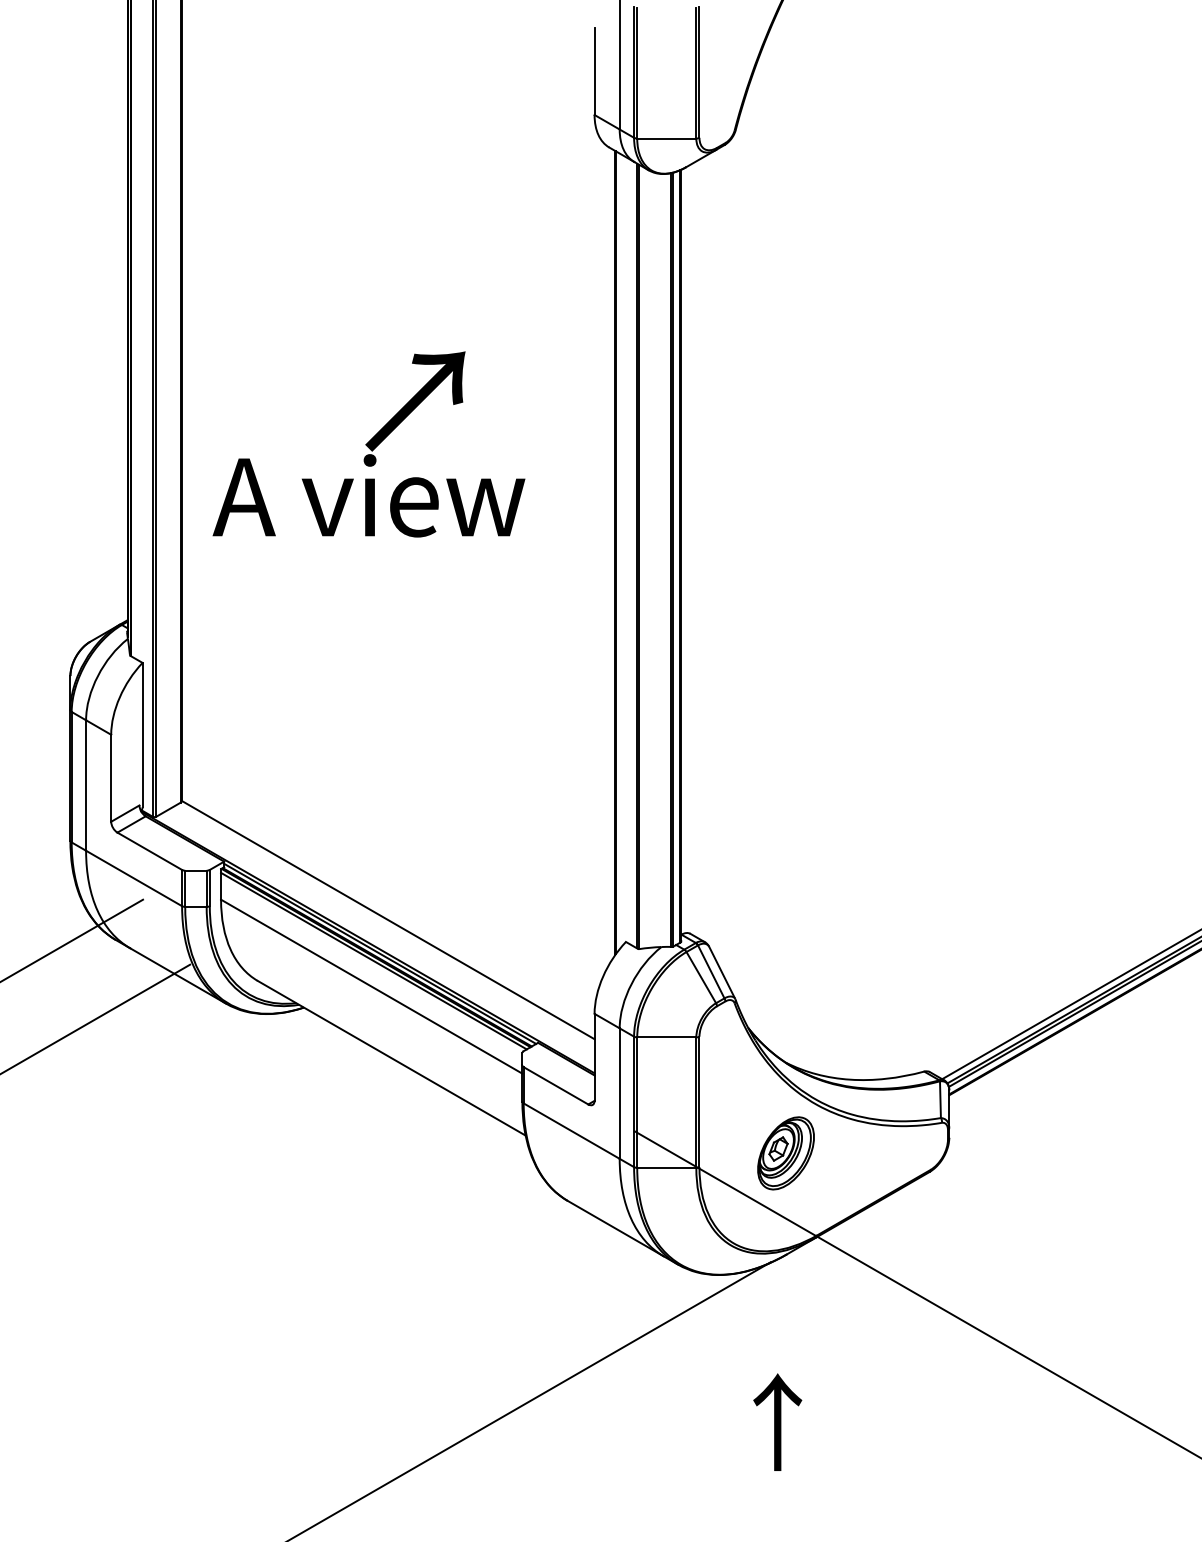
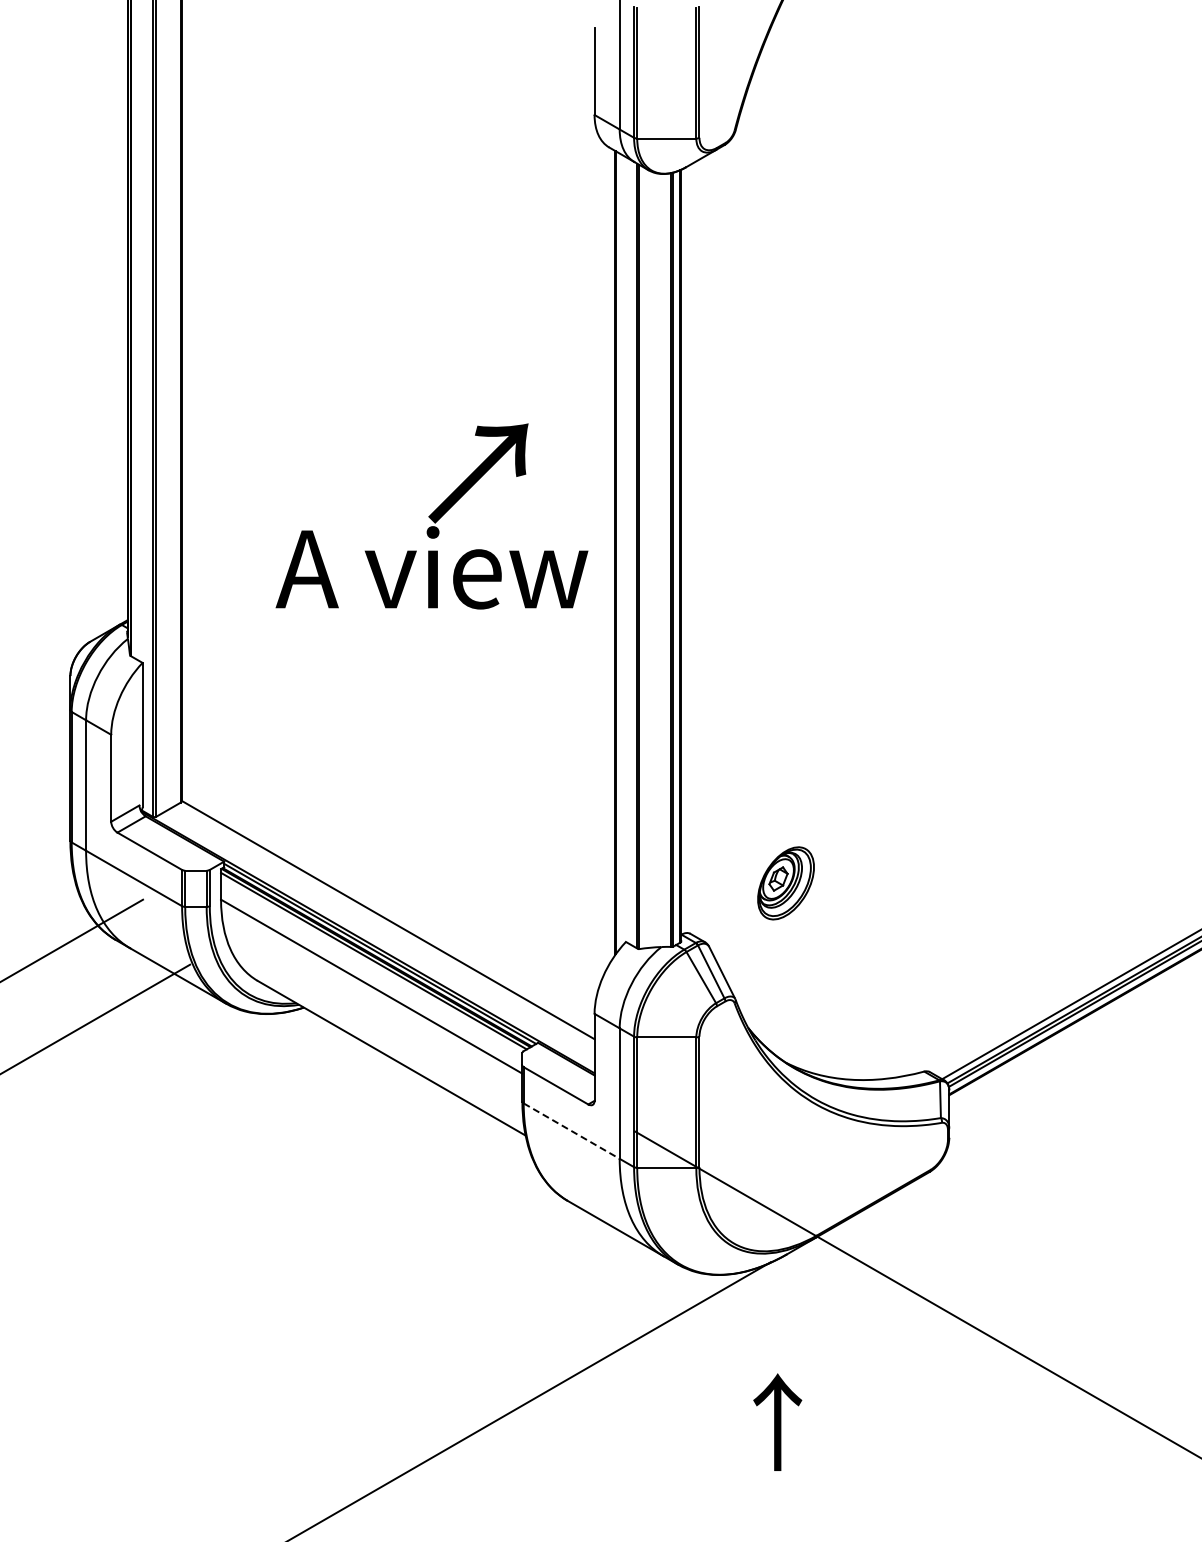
text at (368, 444) position: (368, 444) -> (431, 516)
line at (572, 1131): solid -> dashed
part at (785, 1153) position: (785, 1153) -> (785, 883)
